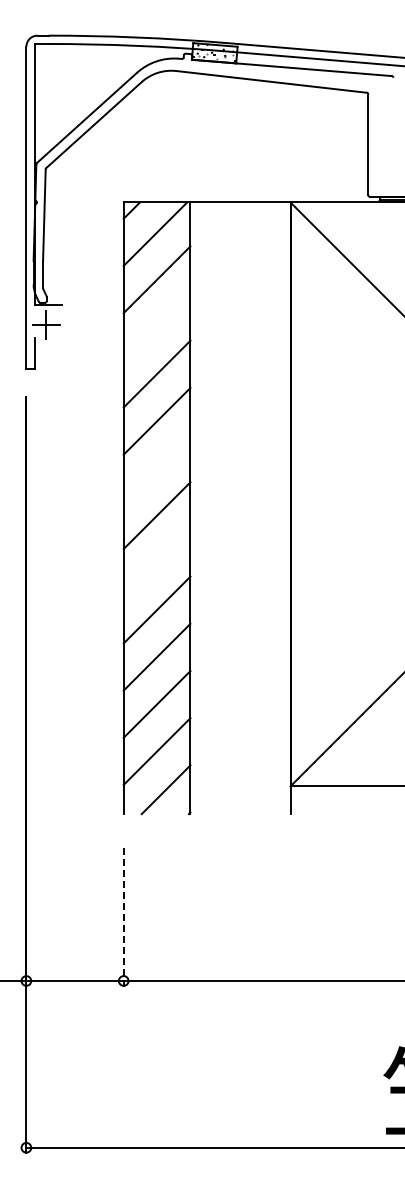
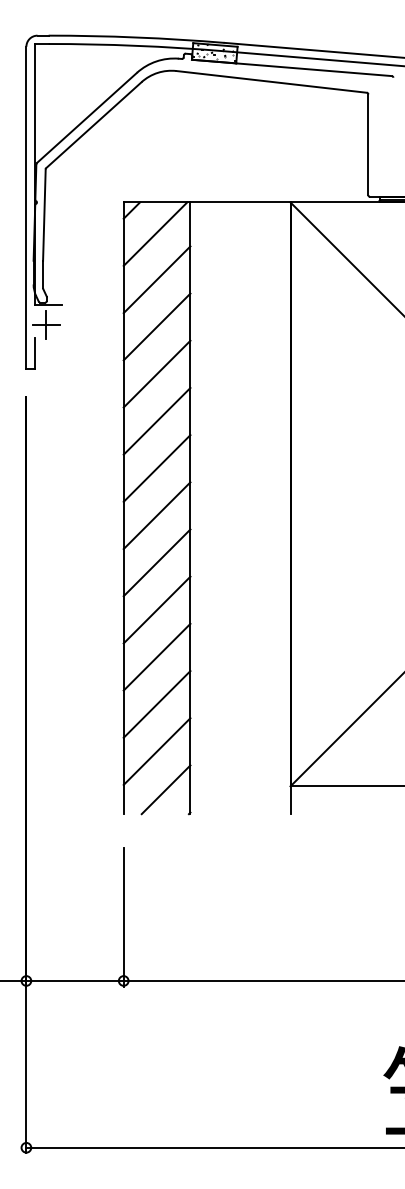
line at (156, 326): none -> present
line at (156, 468): none -> present
line at (156, 562): none -> present
line at (123, 917): dashed -> solid
